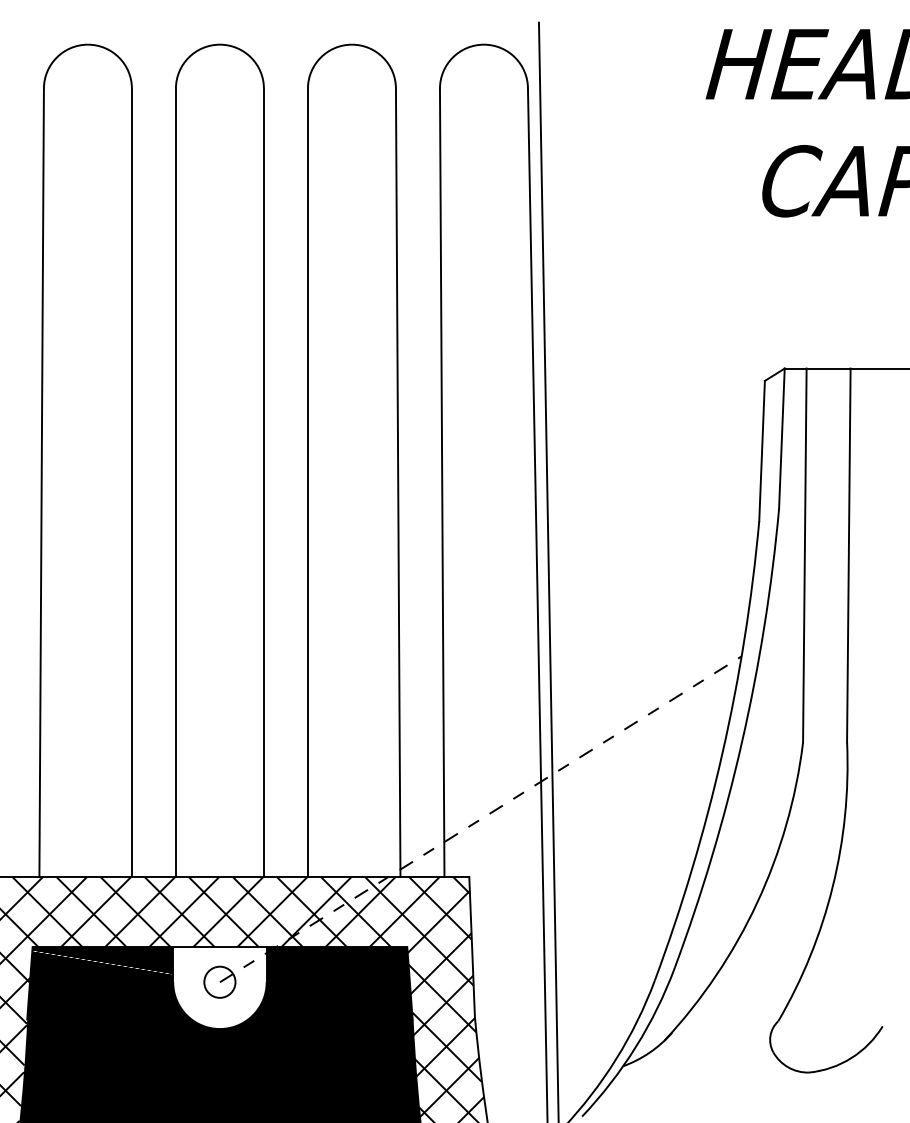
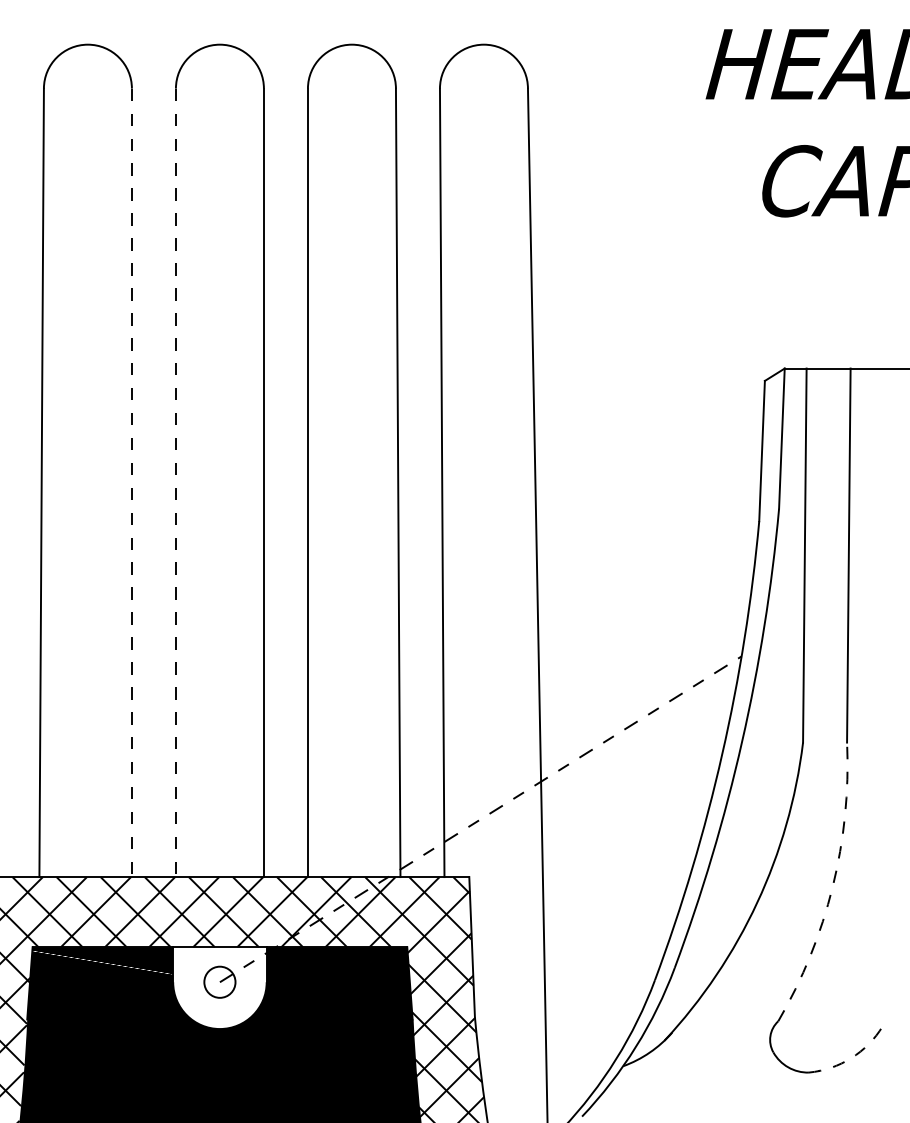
line at (131, 483): solid -> dashed
line at (175, 483): solid -> dashed
line at (548, 570): present -> none
arc at (832, 886): solid -> dashed
arc at (851, 1058): solid -> dashed
